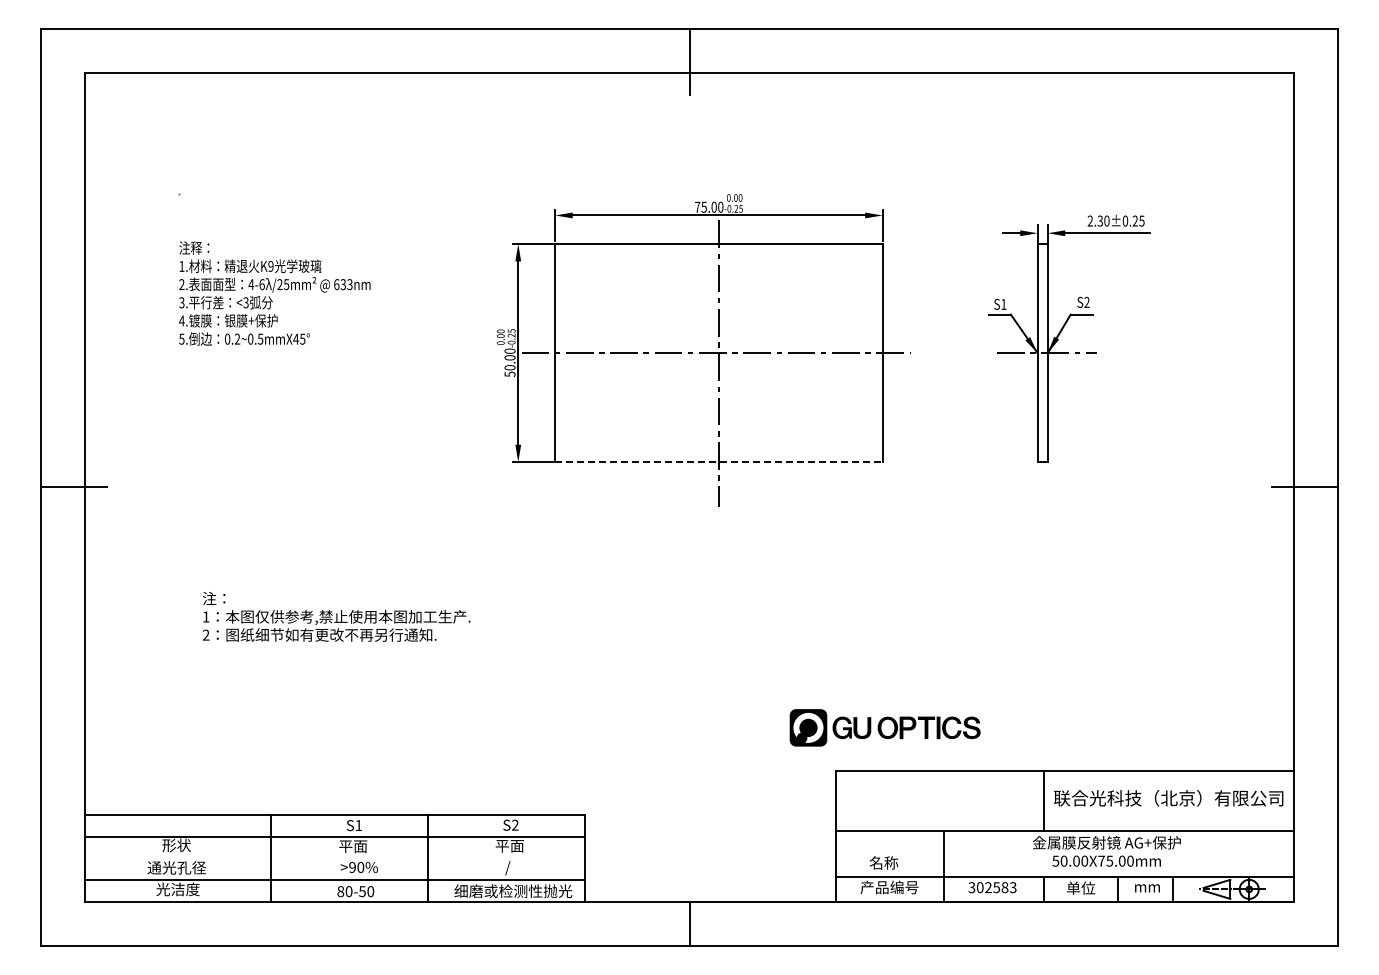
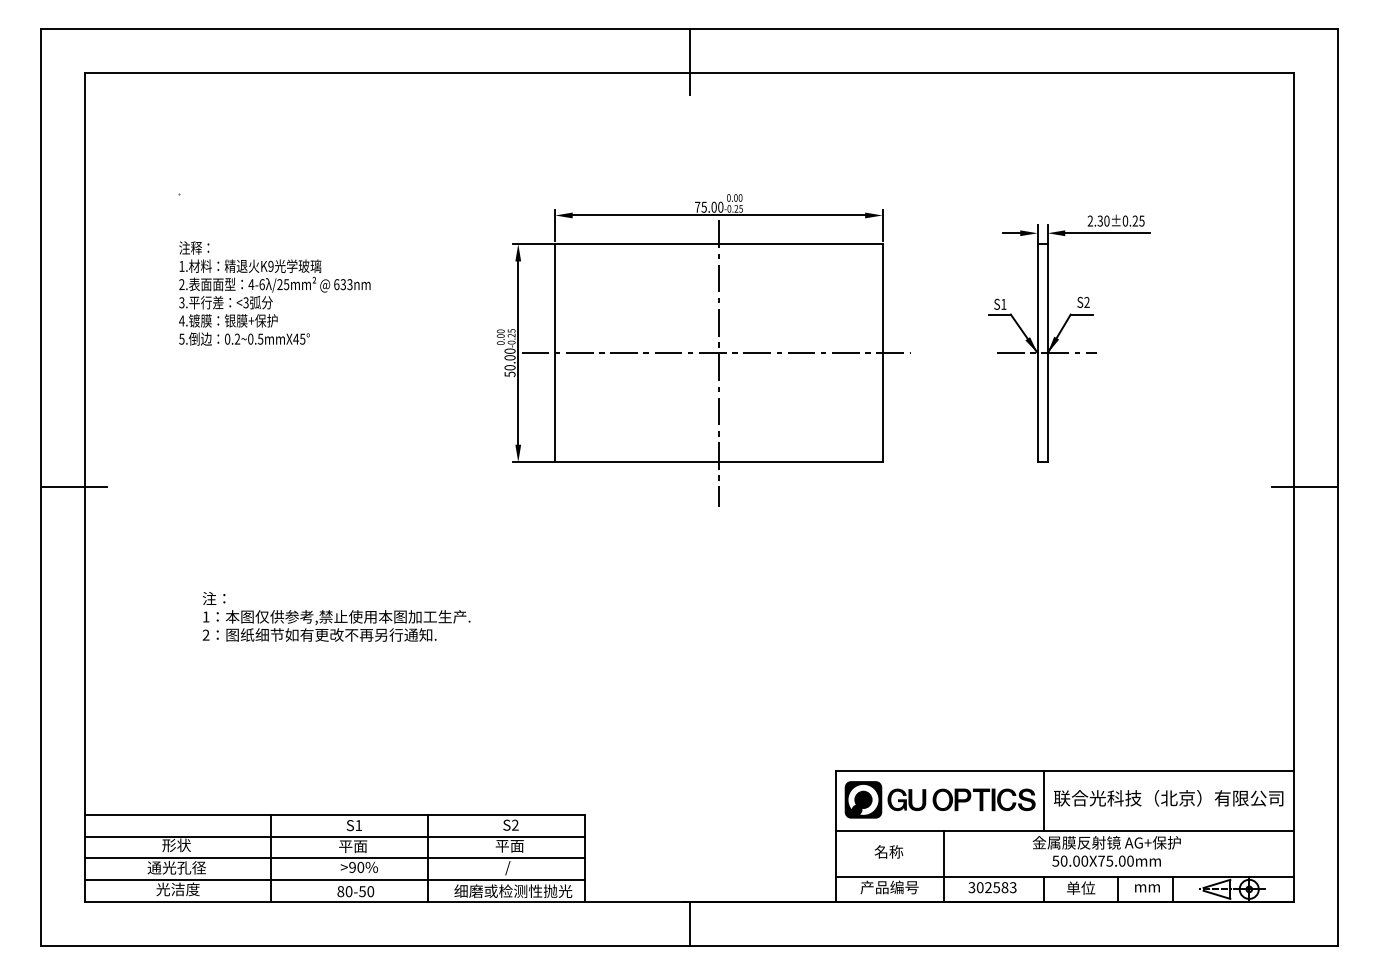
line at (718, 462): dashed -> solid
part at (884, 727) position: (884, 727) -> (939, 799)
line at (335, 858): none -> present
text at (883, 862) position: (883, 862) -> (888, 851)
